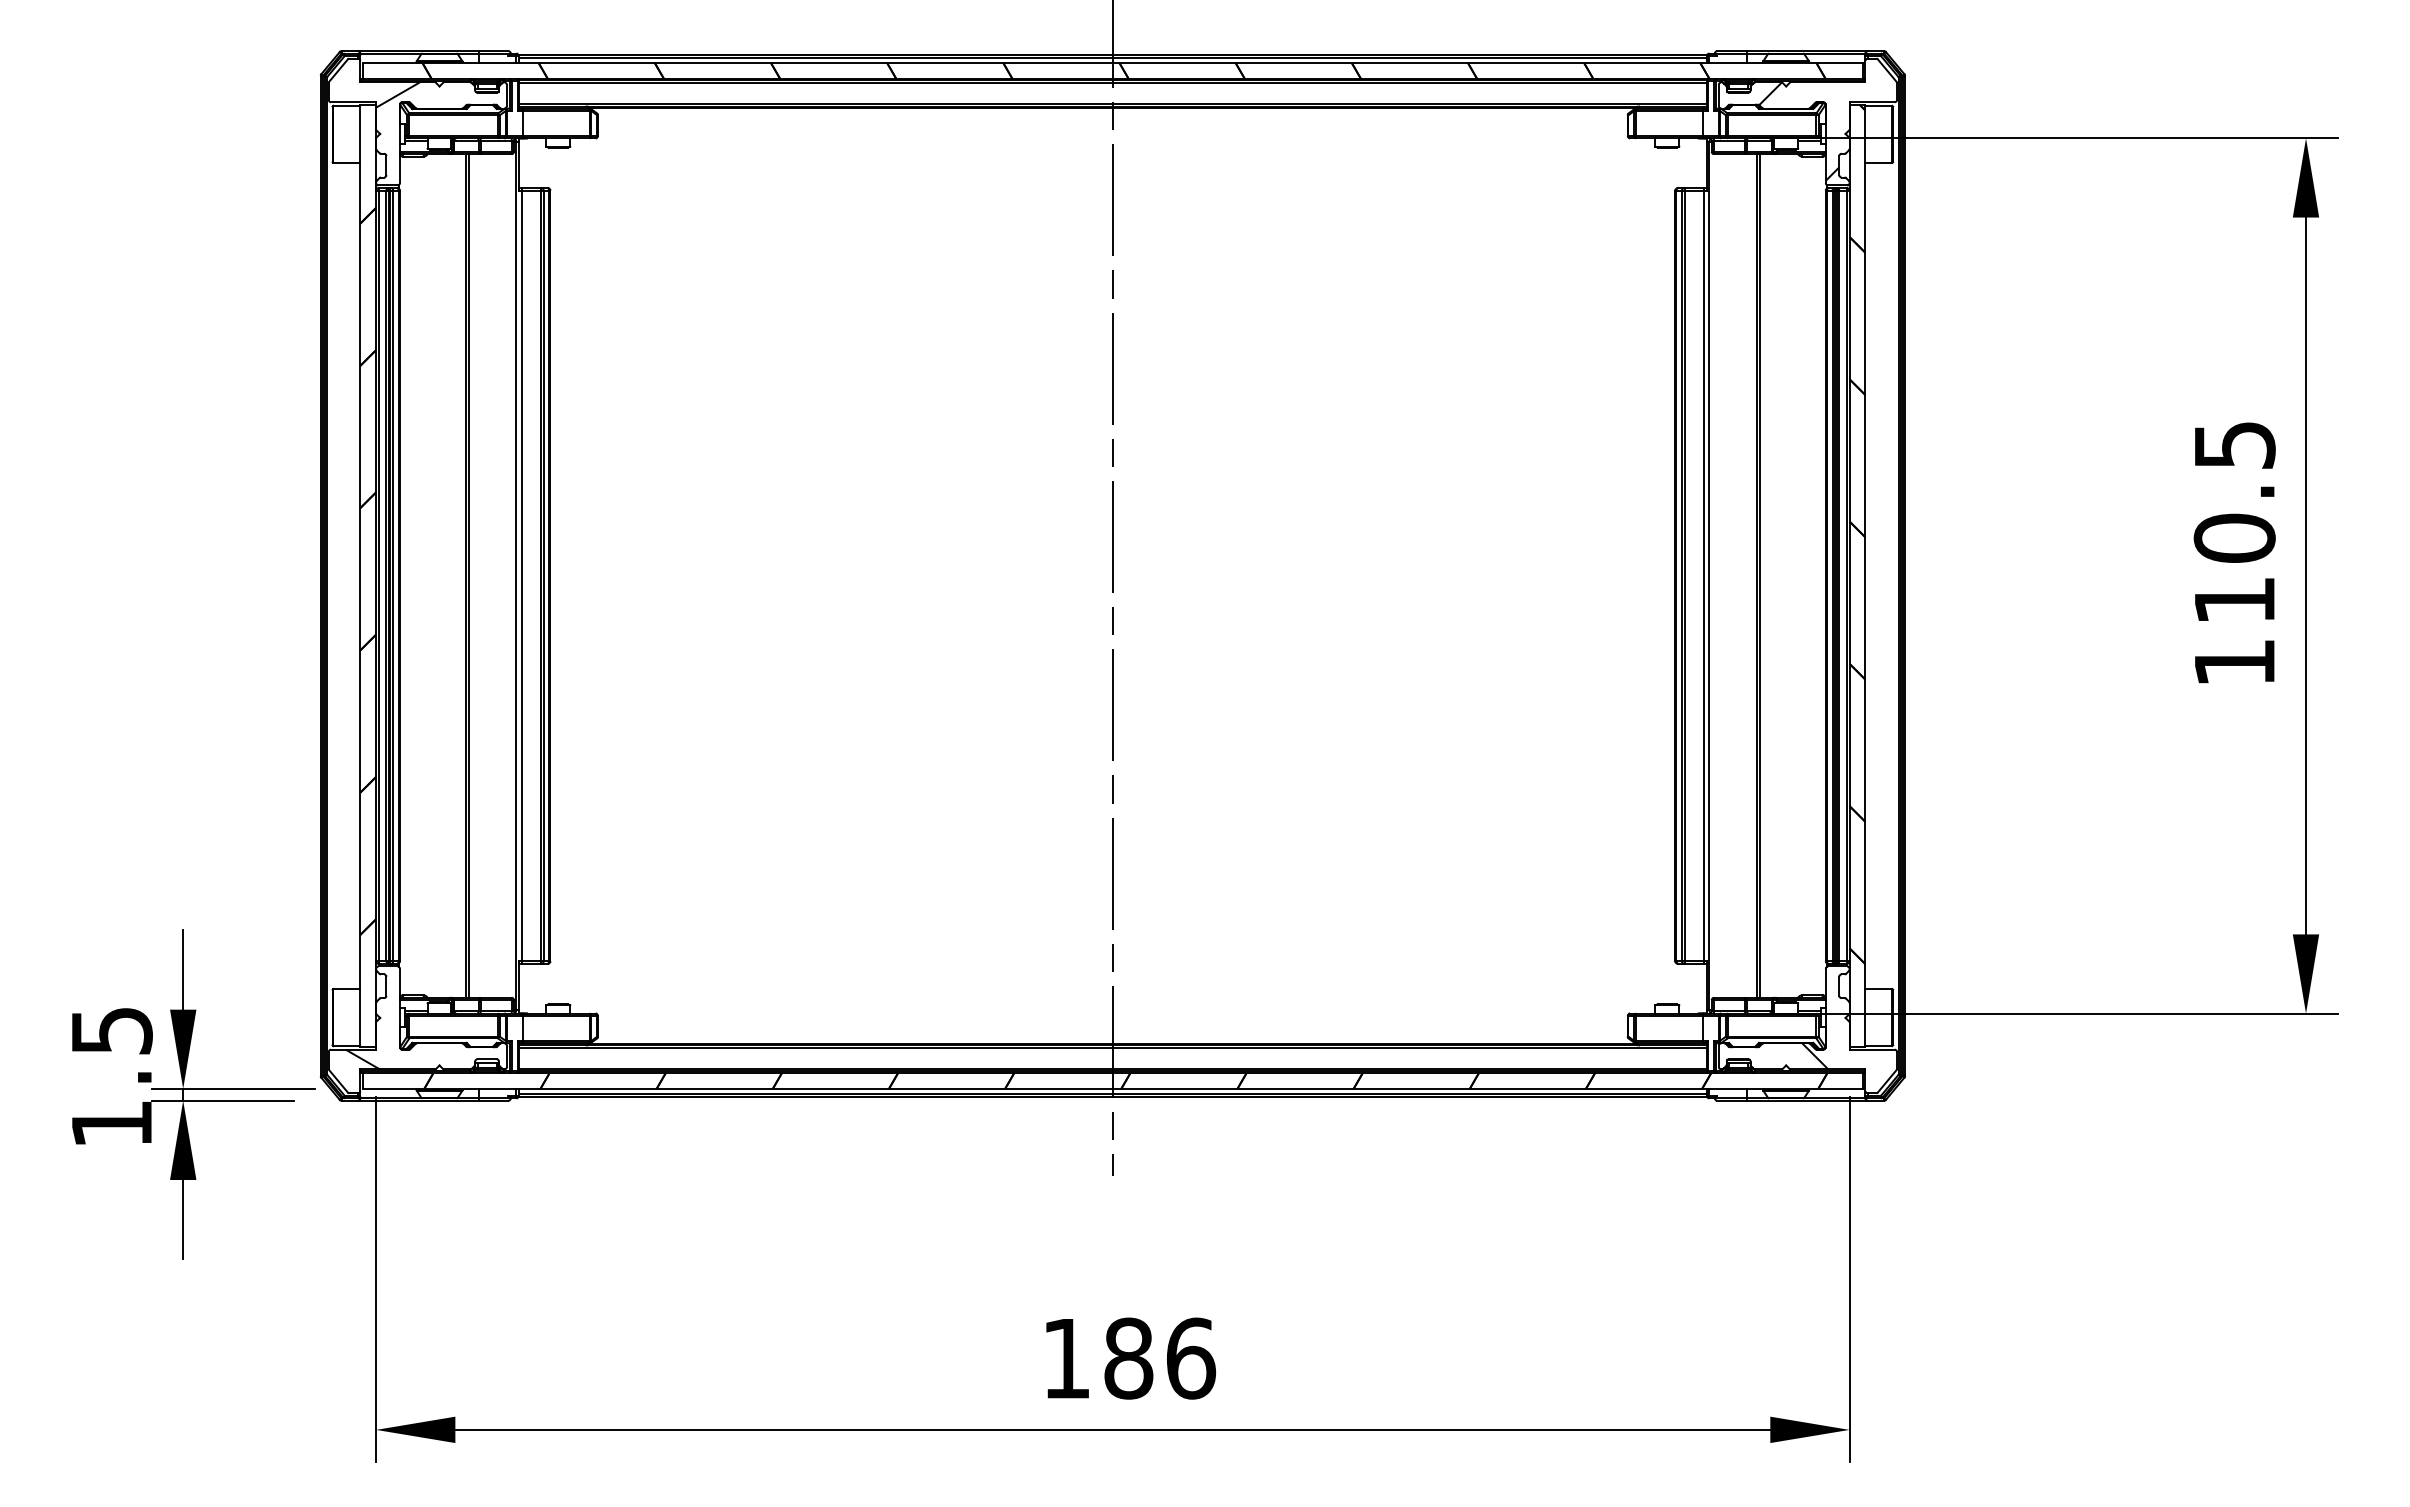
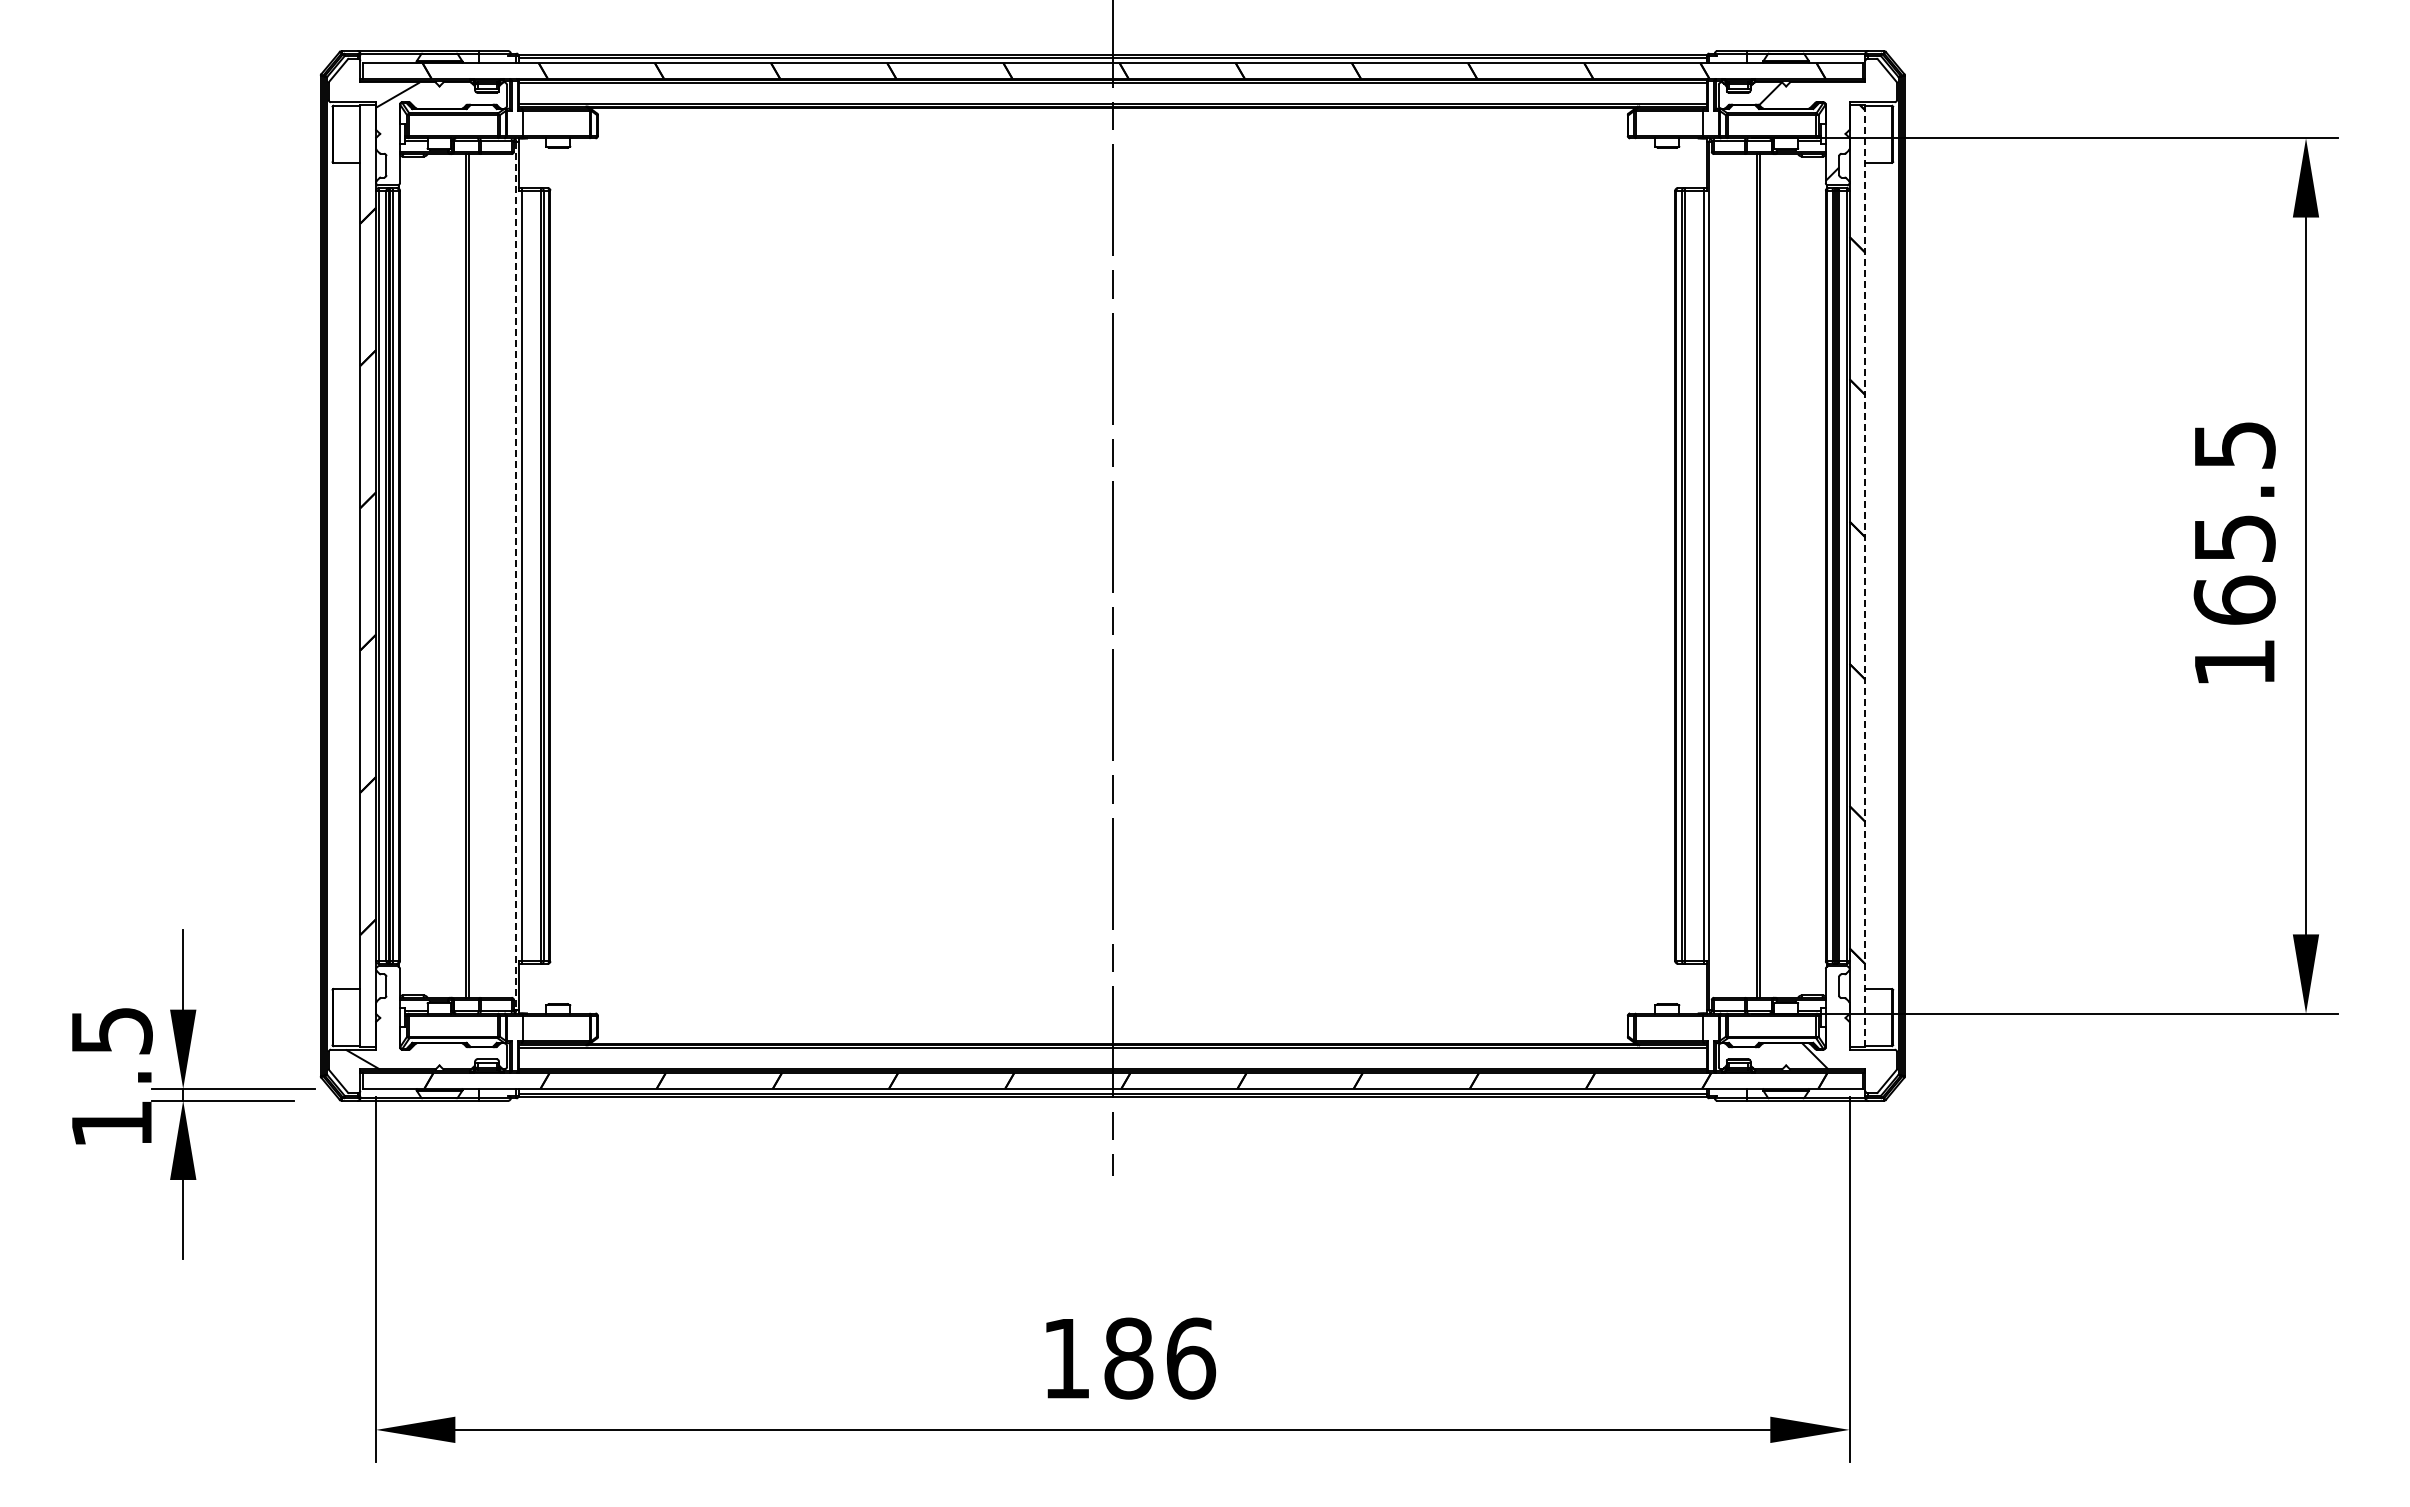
text at (2234, 568): 110.5 -> 165.5
line at (516, 575): solid -> dashed
line at (1865, 575): solid -> dashed
